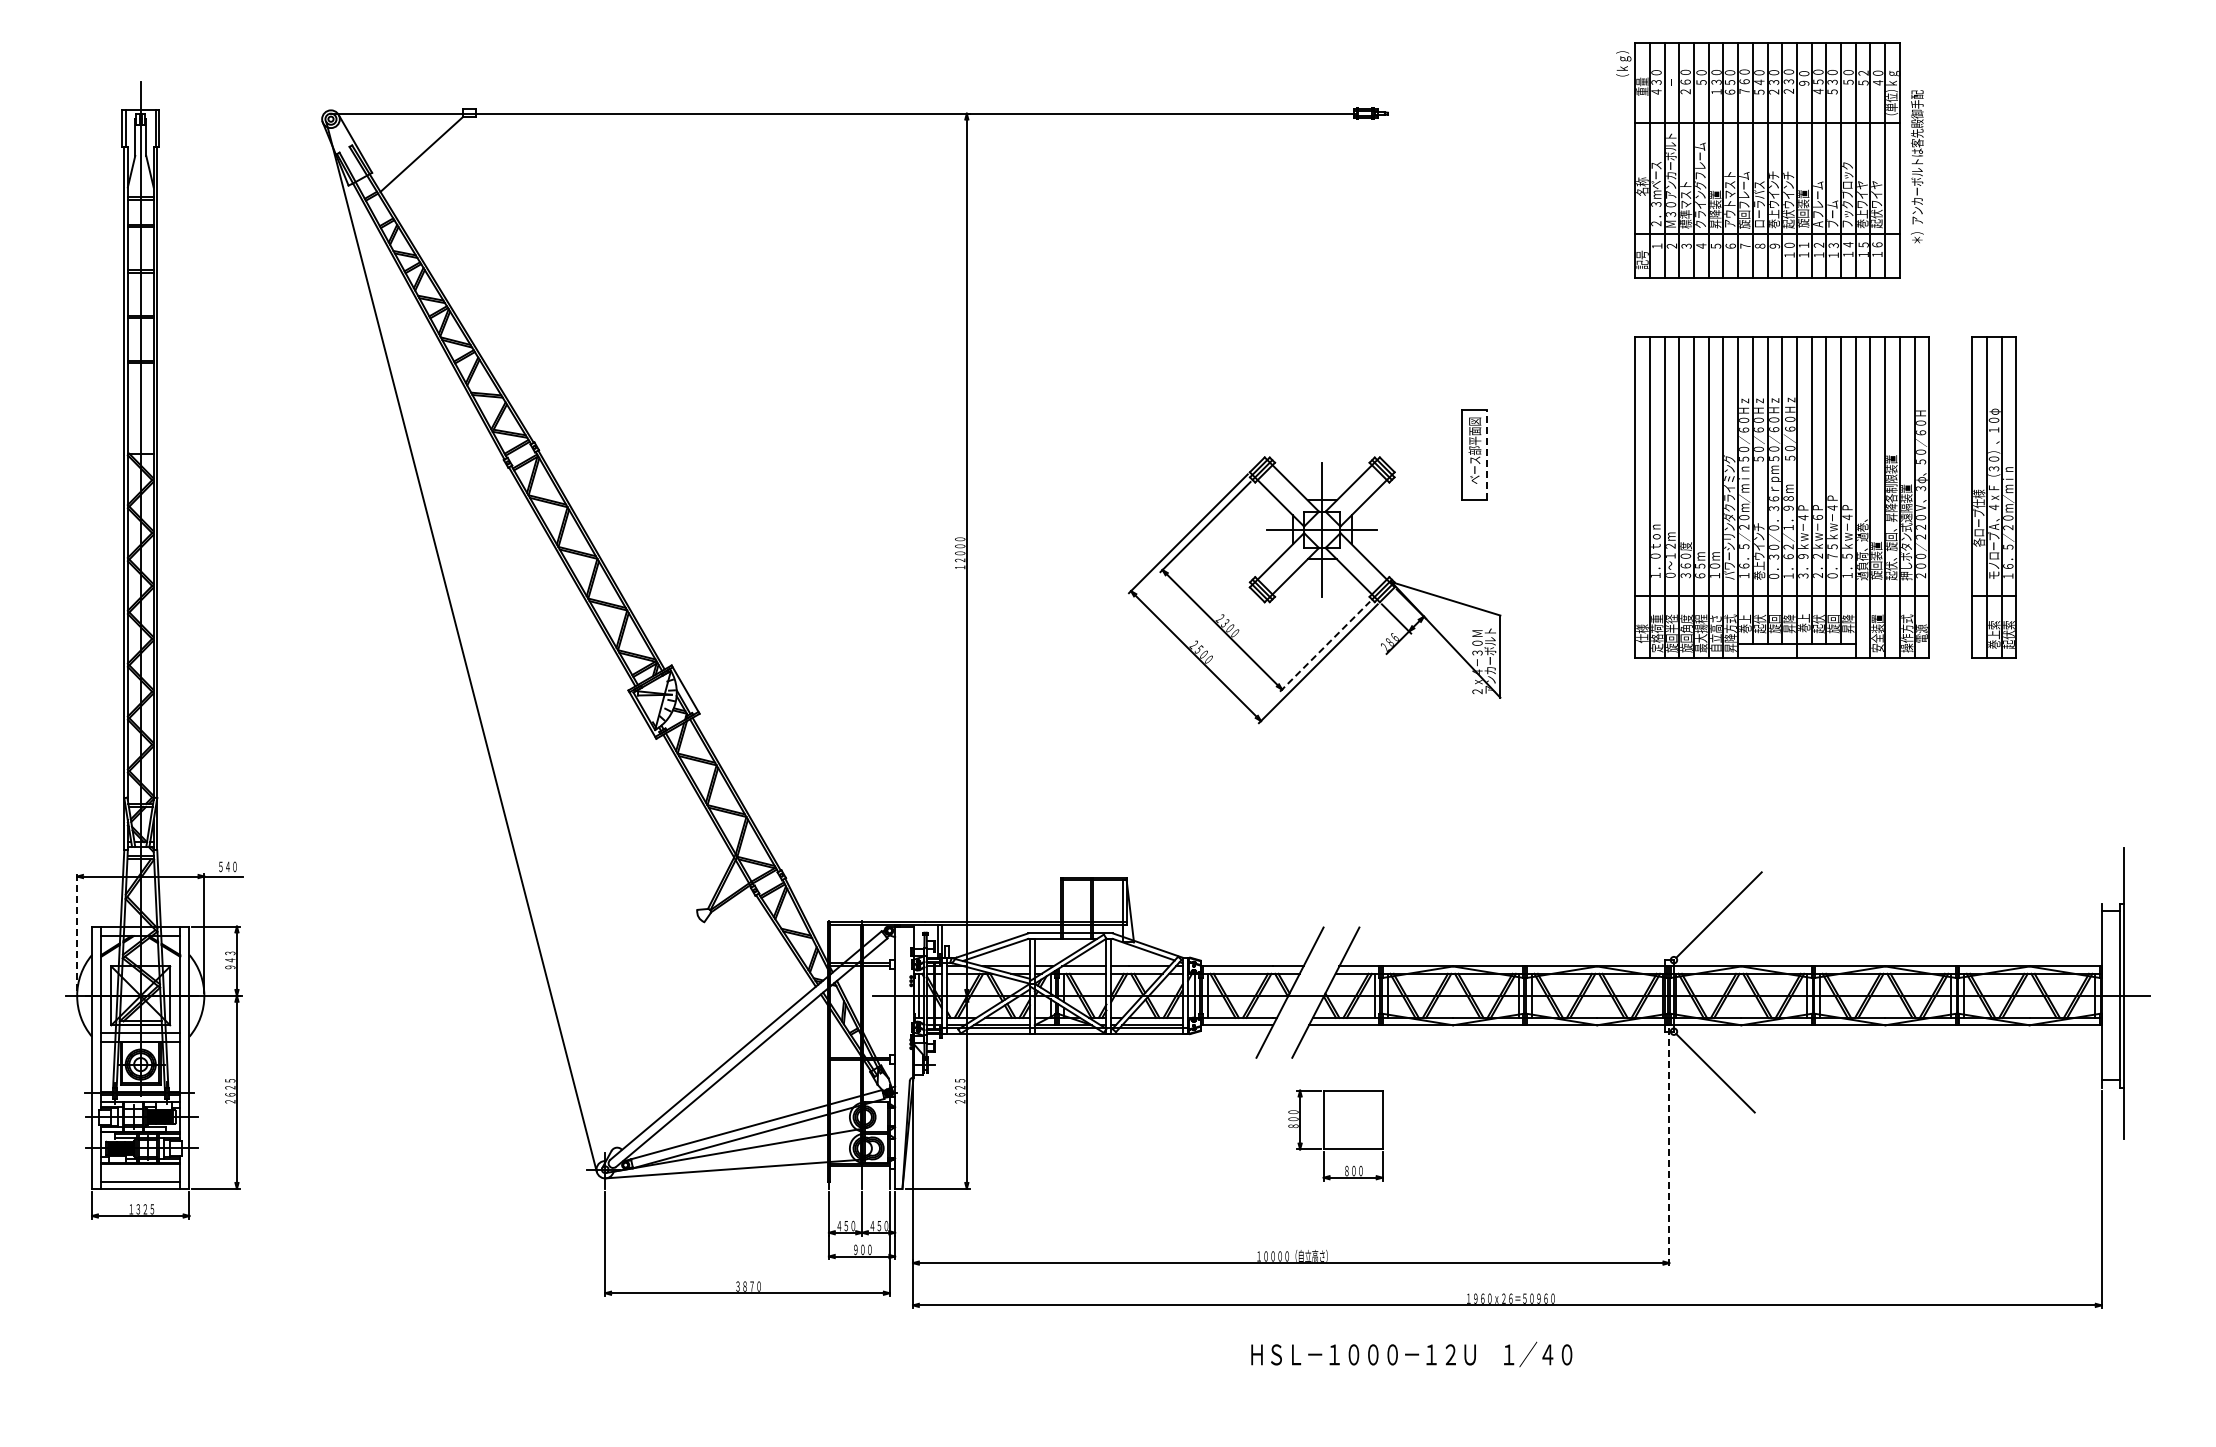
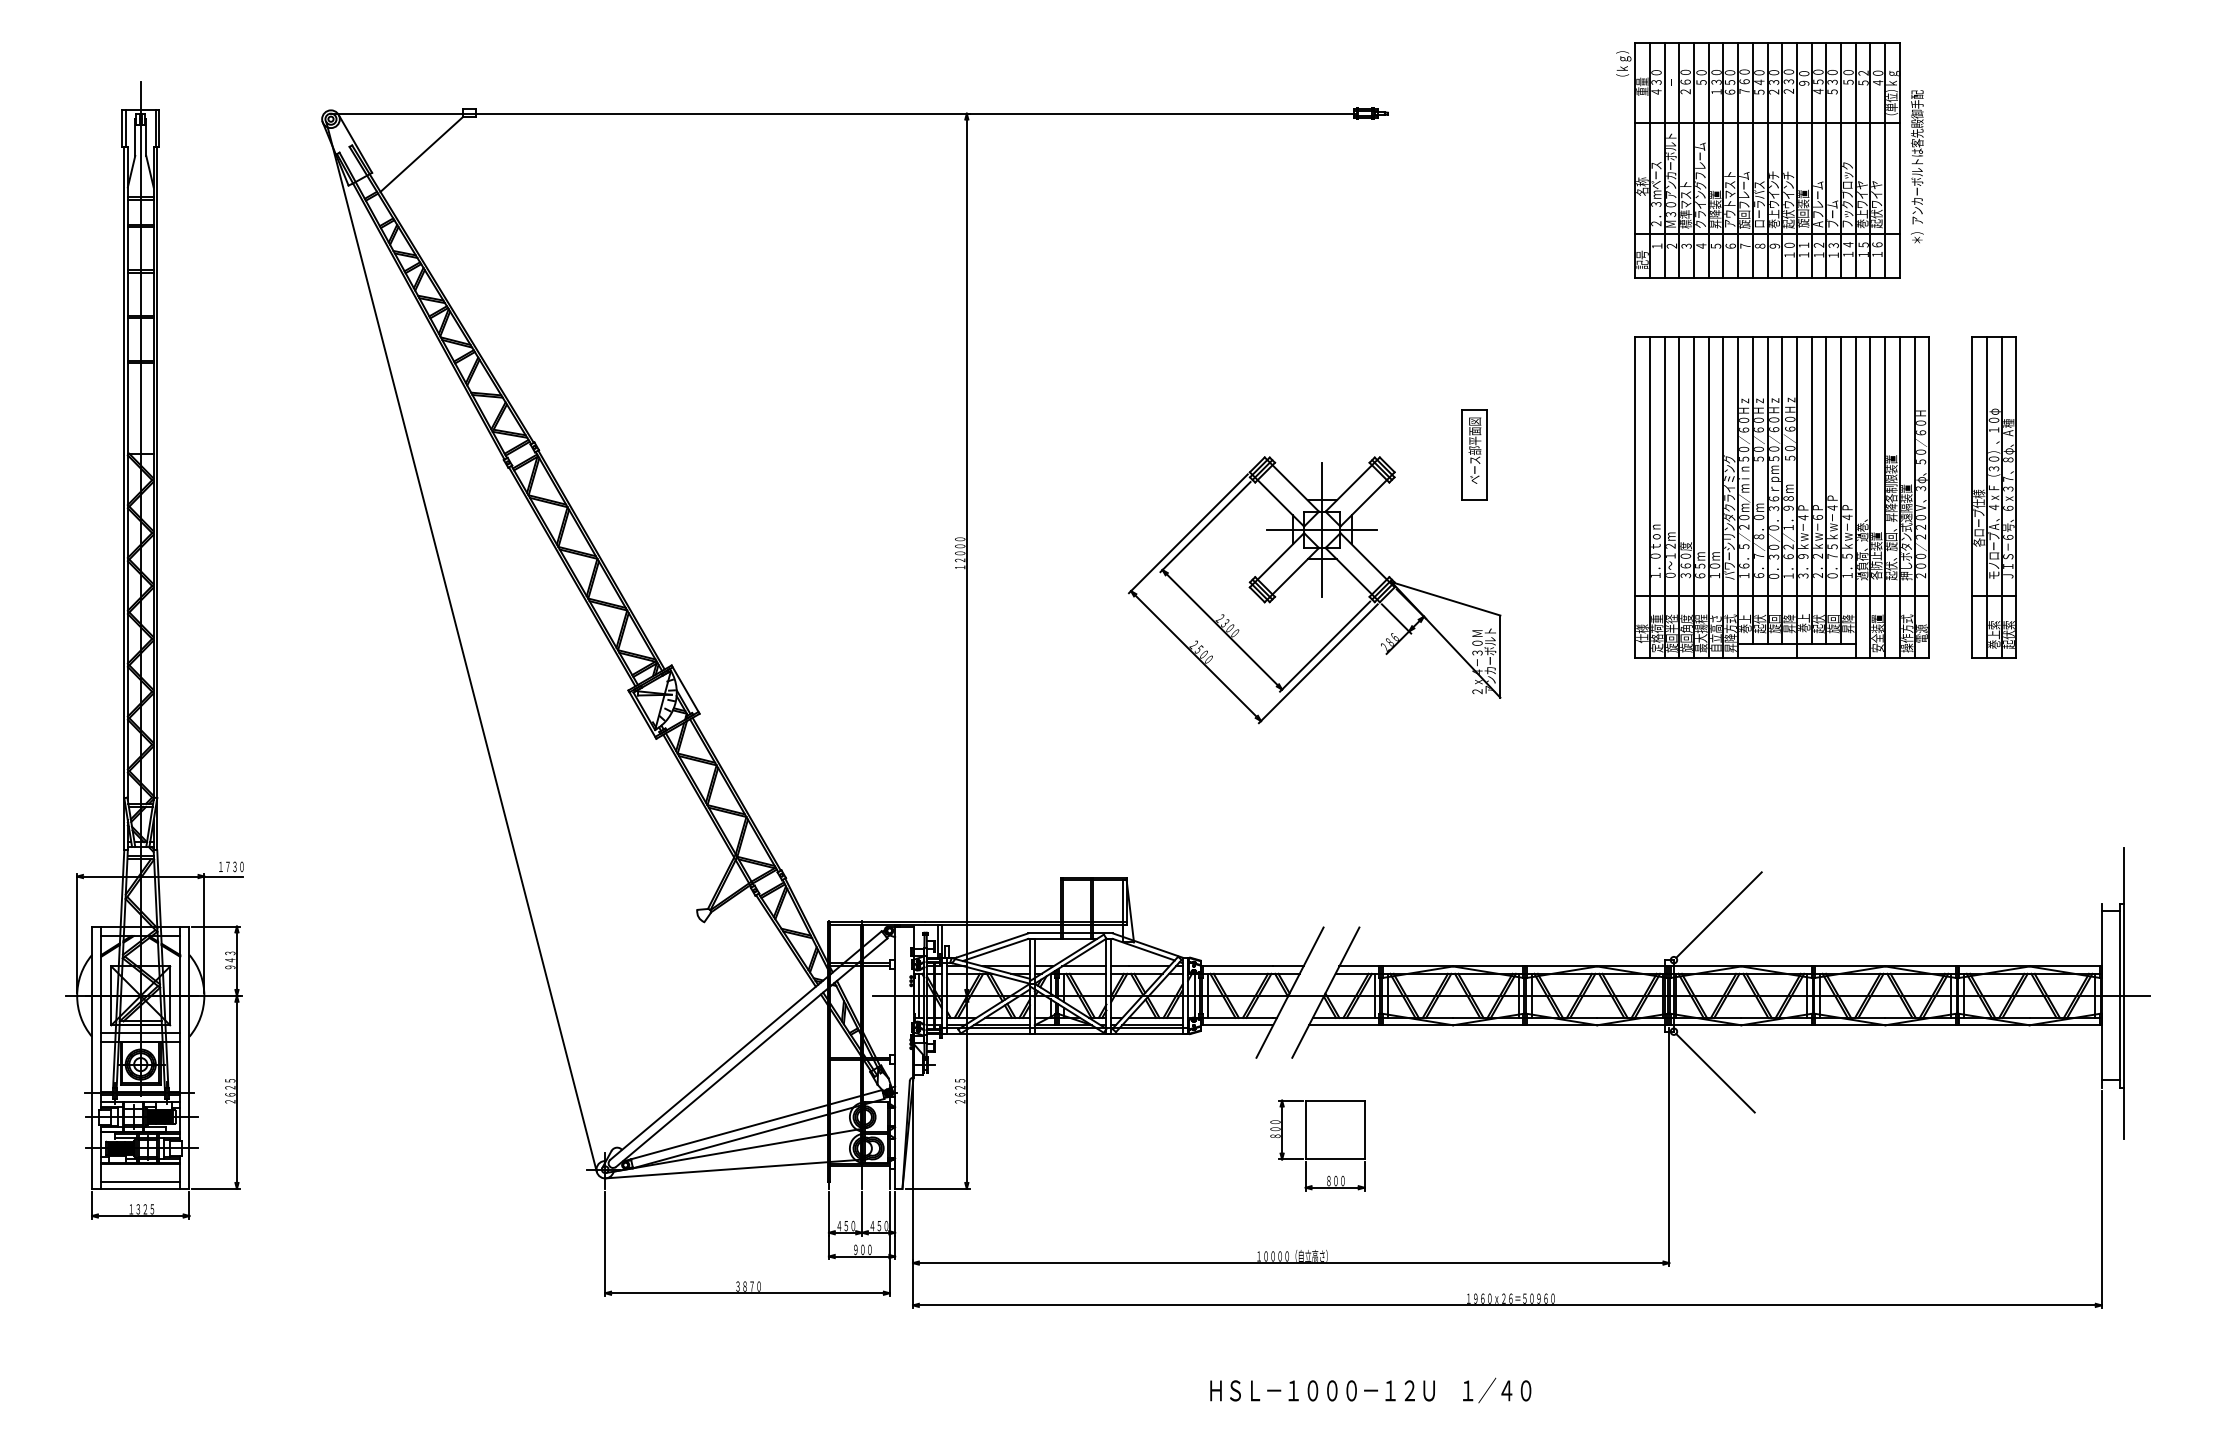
line at (1487, 454): dashed -> solid
text at (2008, 498): １６．５／２０ｍ／ｍｉｎ -> ＪＩＳ－６号、６ｘ３７、８φ、Ａ種
text at (1759, 541): 巻上ウインチ -> ６．７／８．０ｍ
text at (1876, 555): 旋回装置 -> 各防止装置
line at (1325, 646): dashed -> solid
text at (231, 866): ５４０ -> １７３０
line at (77, 933): dashed -> solid
part at (1335, 1135) position: (1335, 1135) -> (1317, 1145)
line at (1669, 1147): dashed -> solid
text at (1411, 1354) position: (1411, 1354) -> (1370, 1390)
